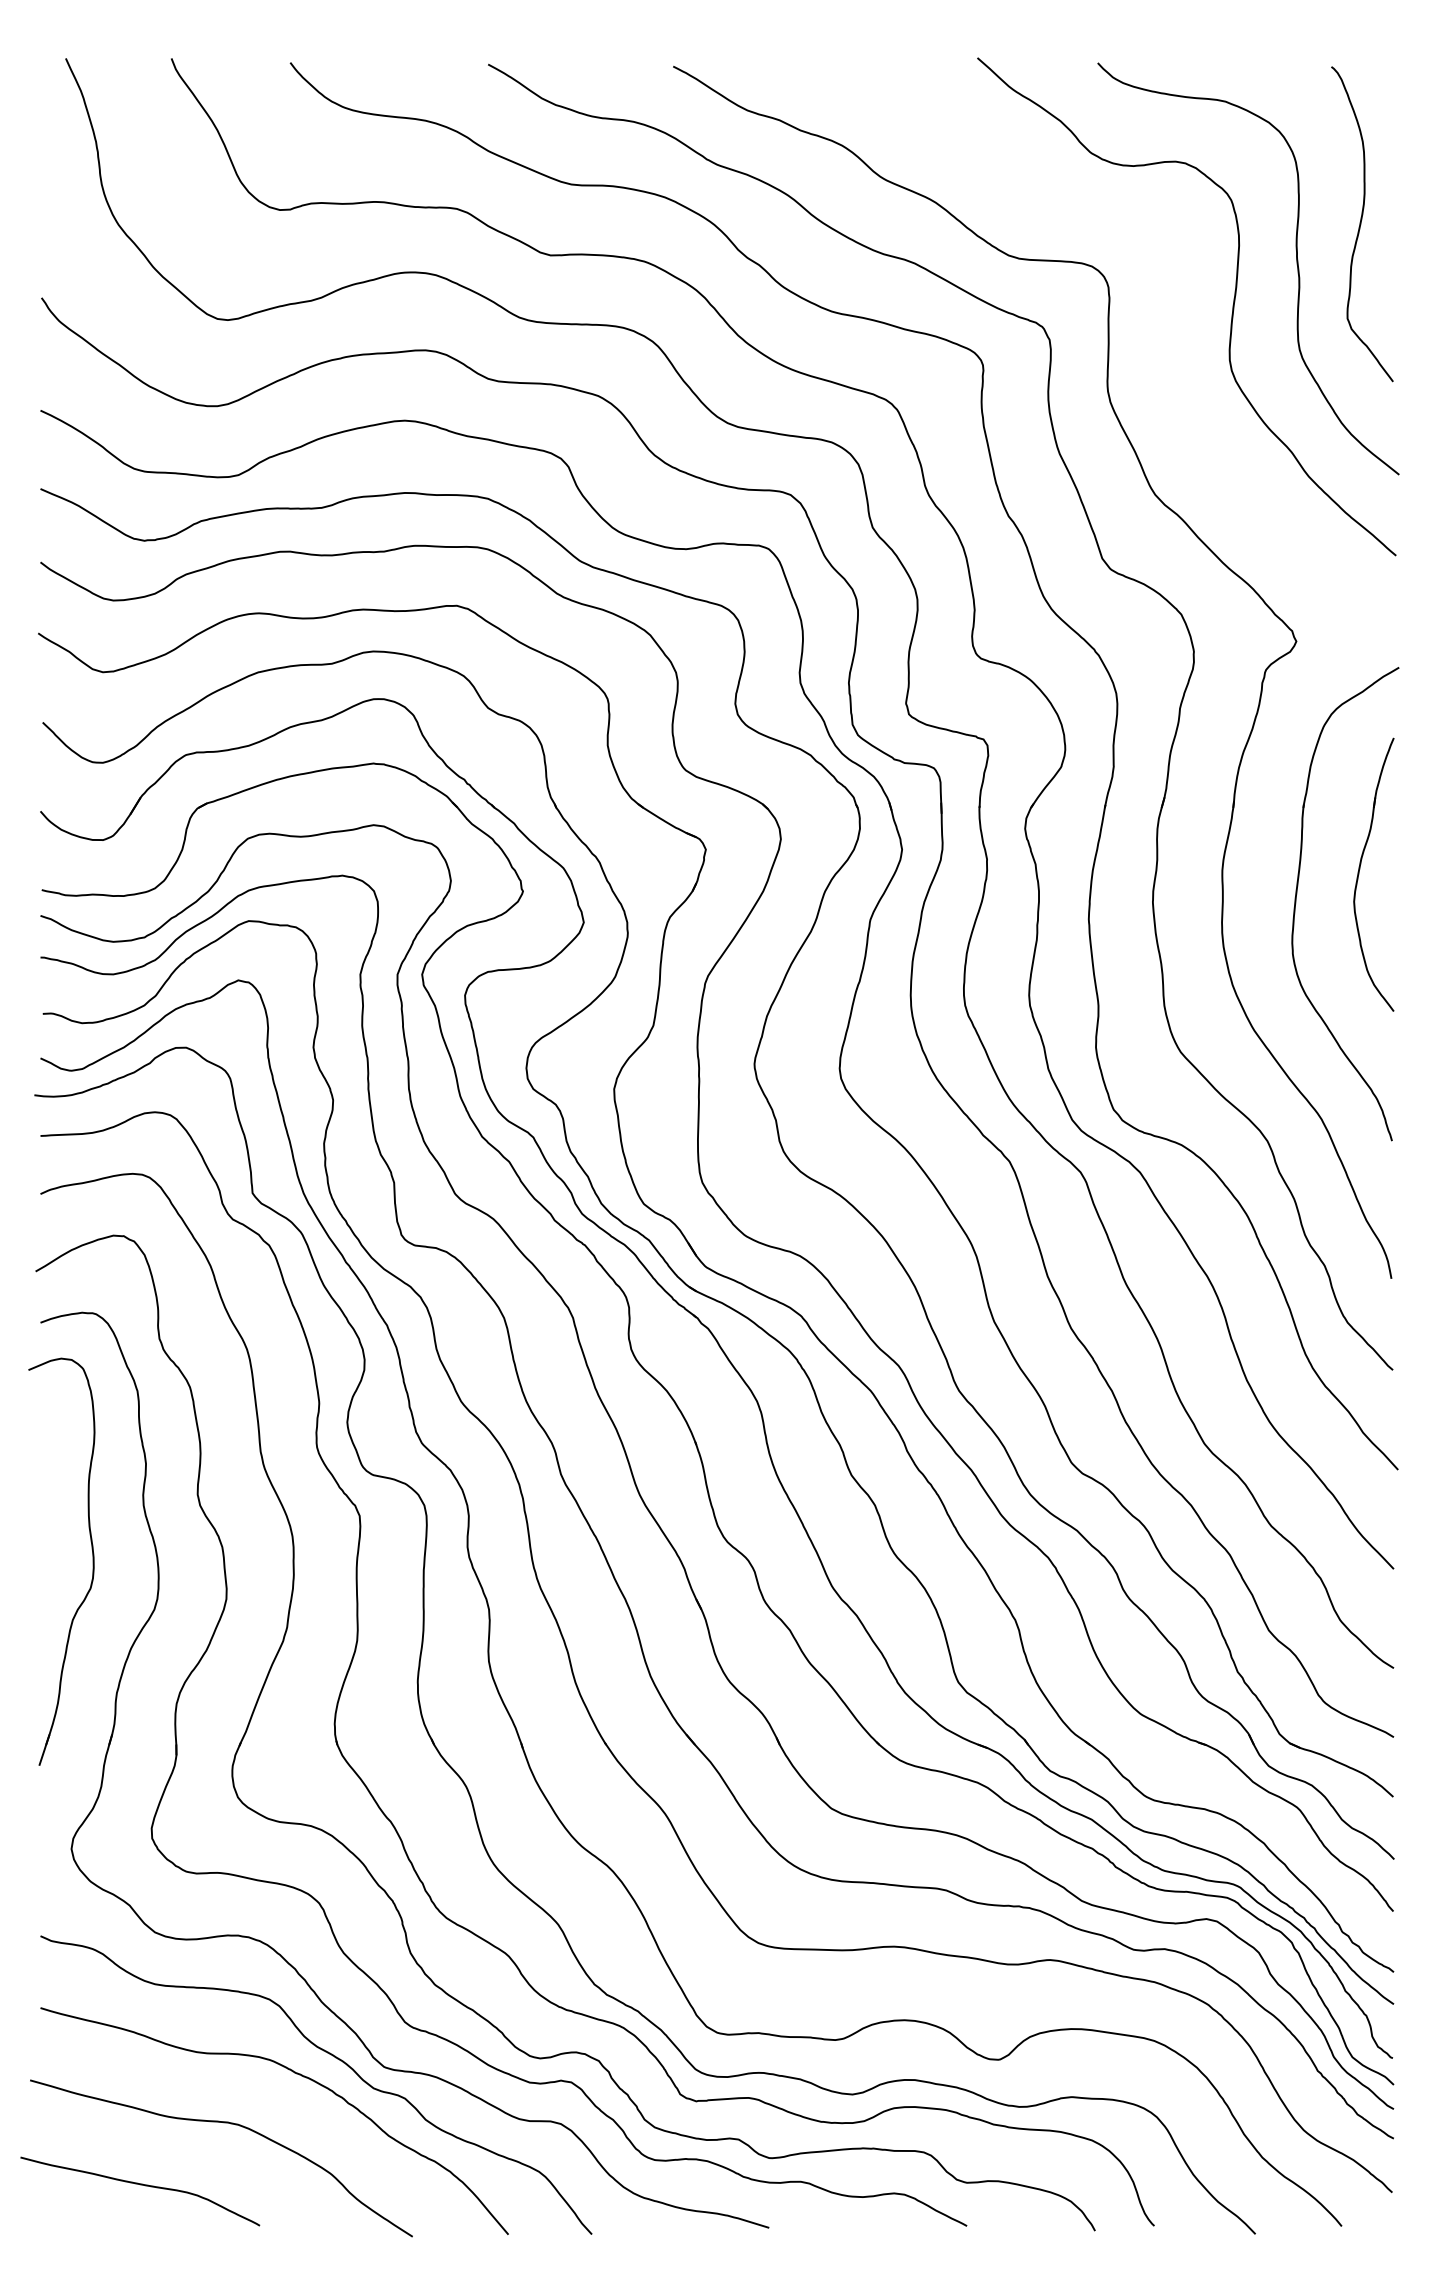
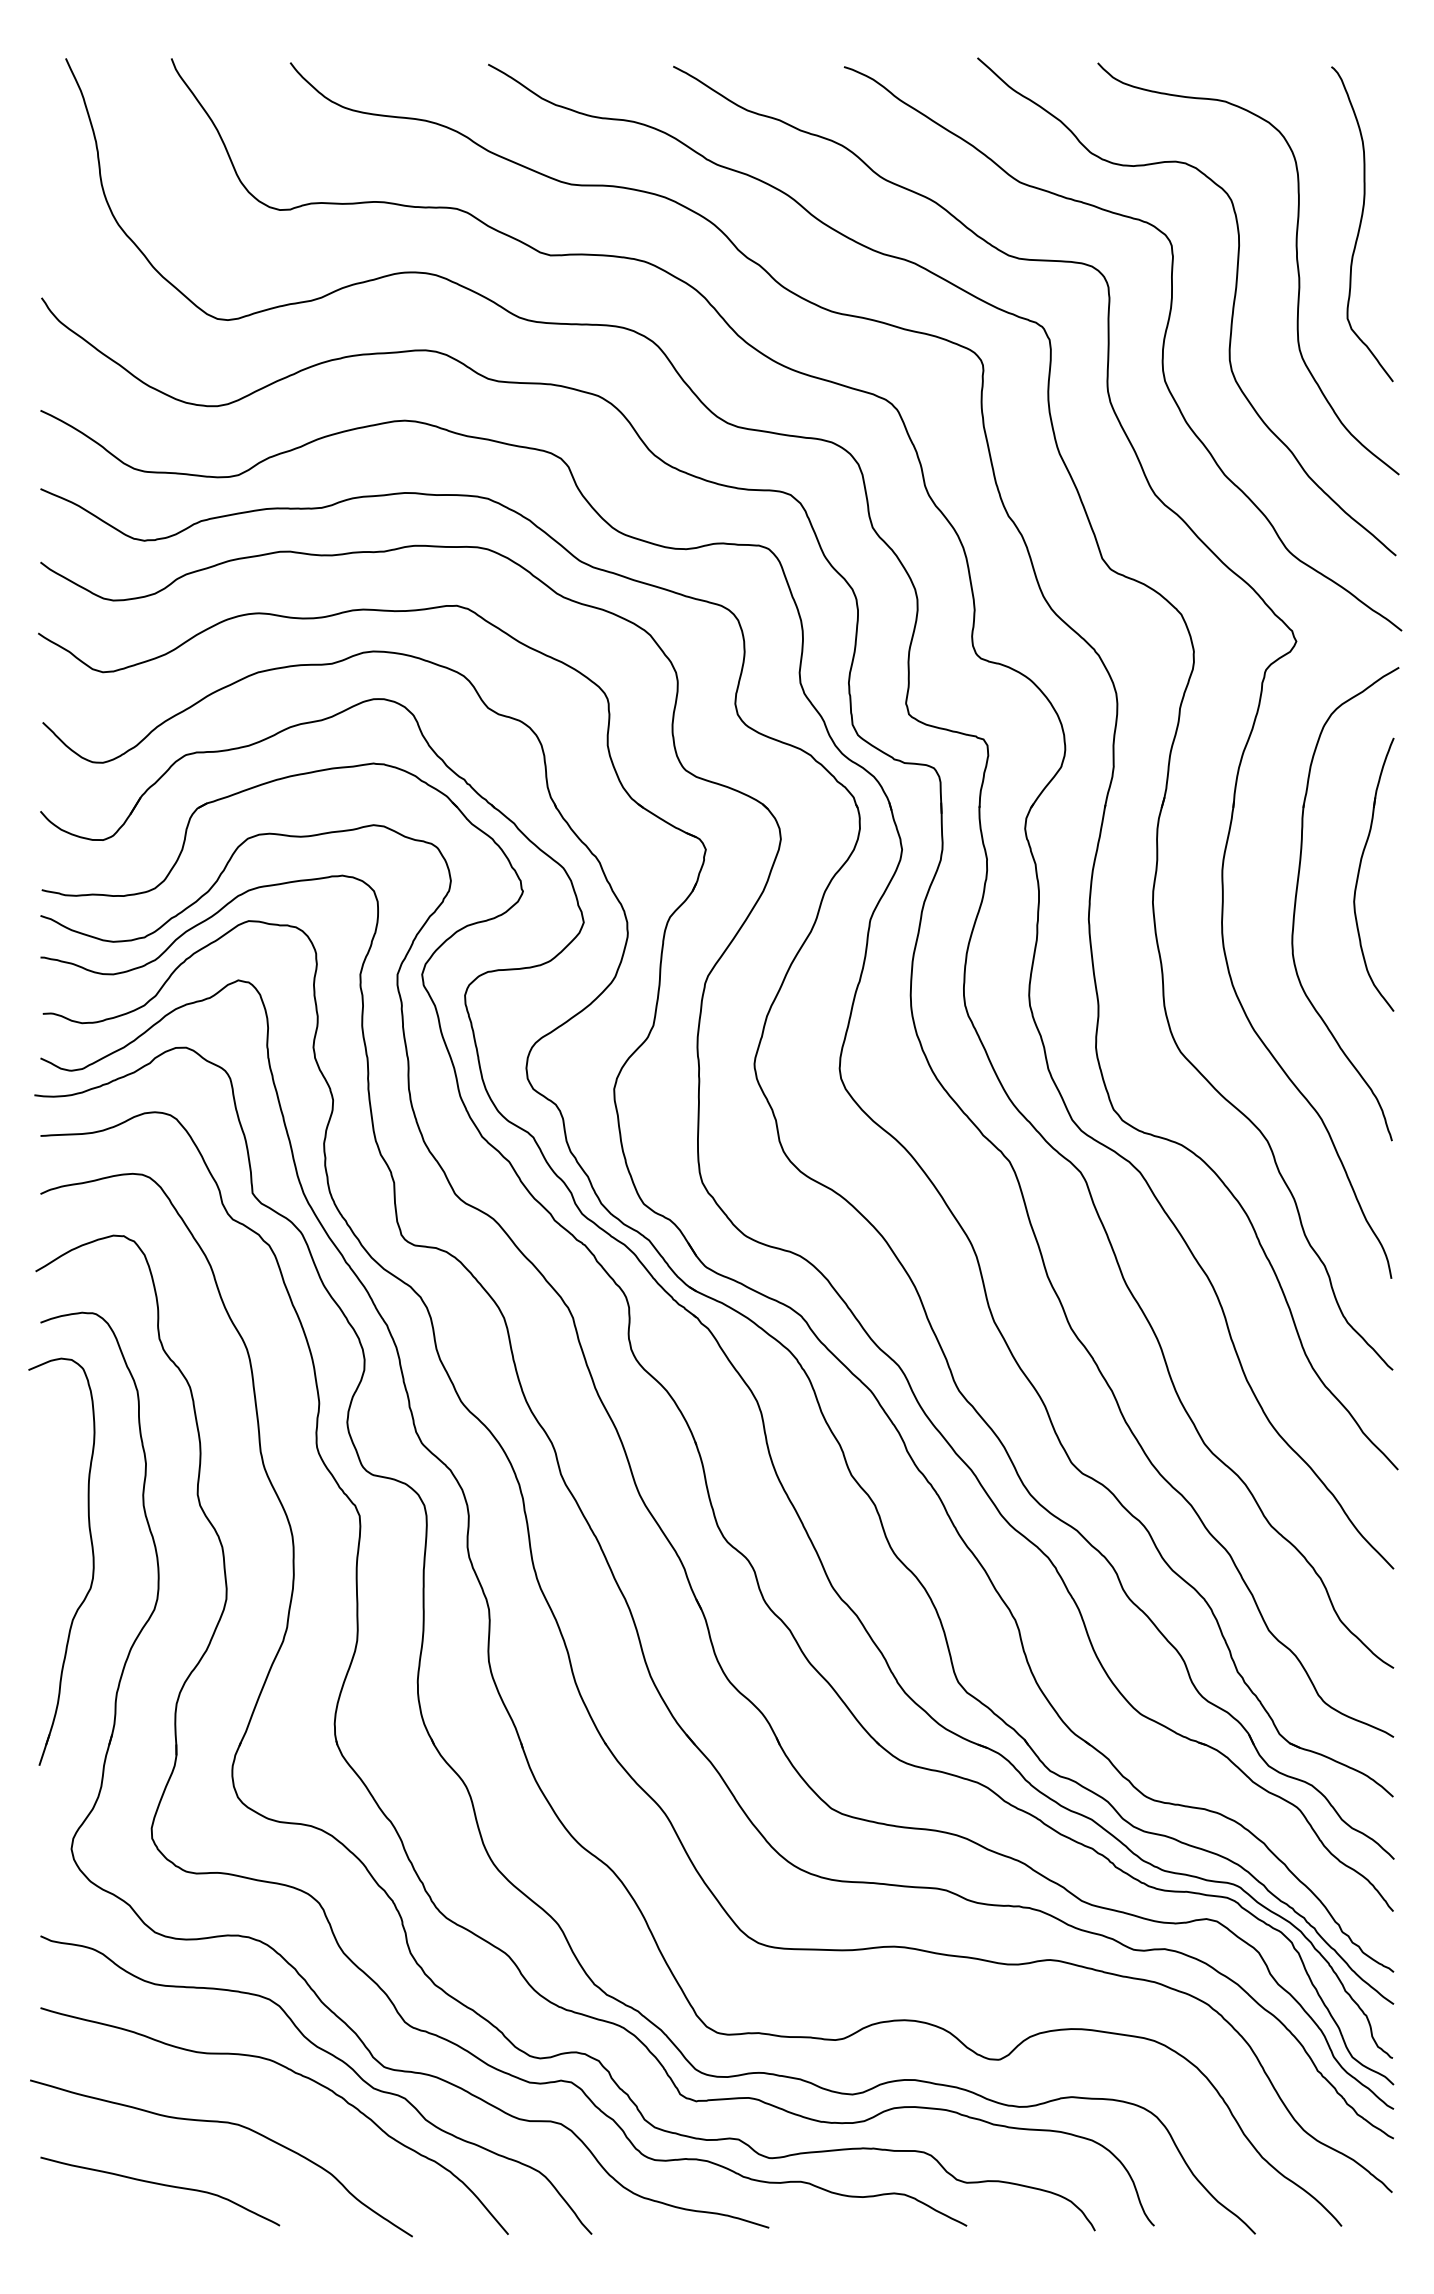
curve at (1162, 348): none -> present
curve at (140, 2185) position: (140, 2185) -> (160, 2185)
